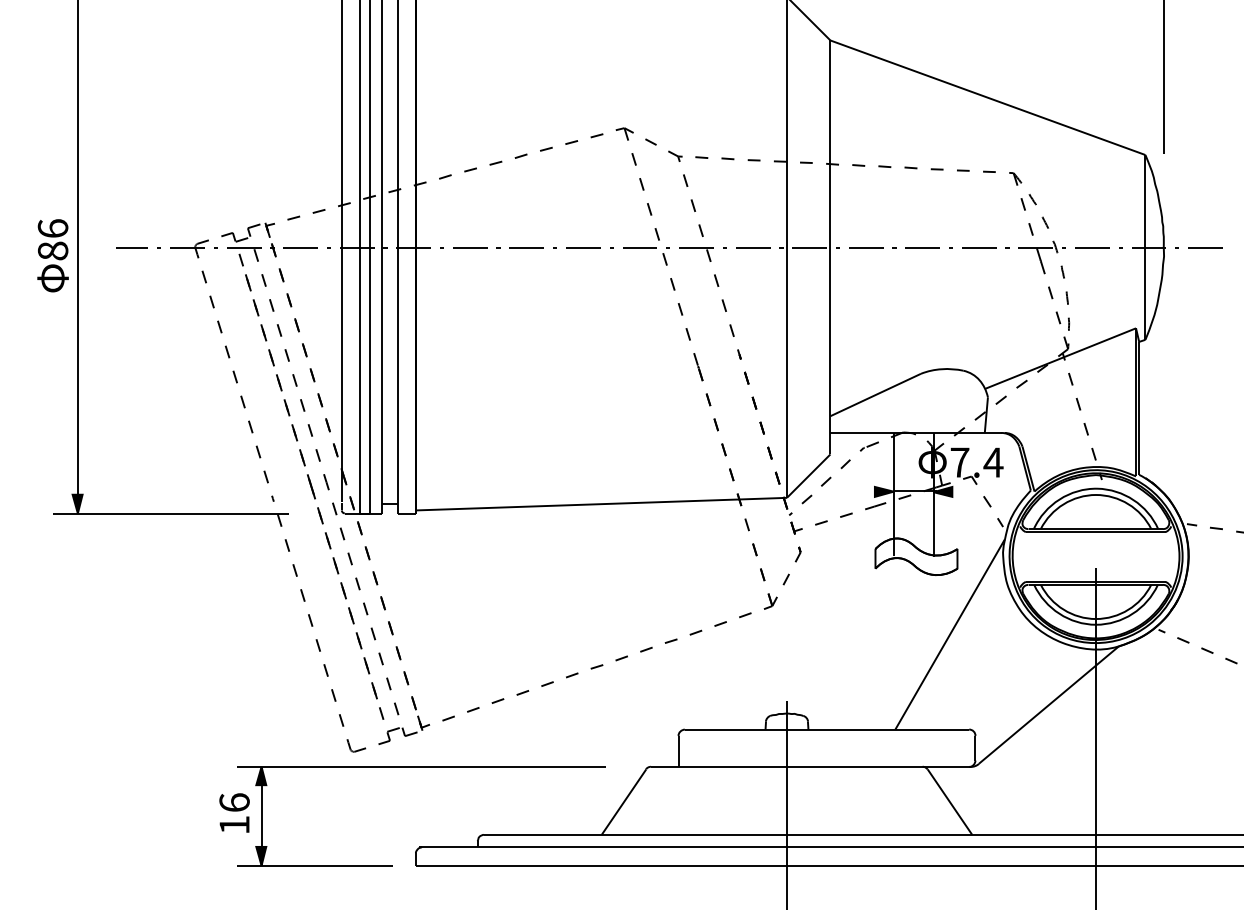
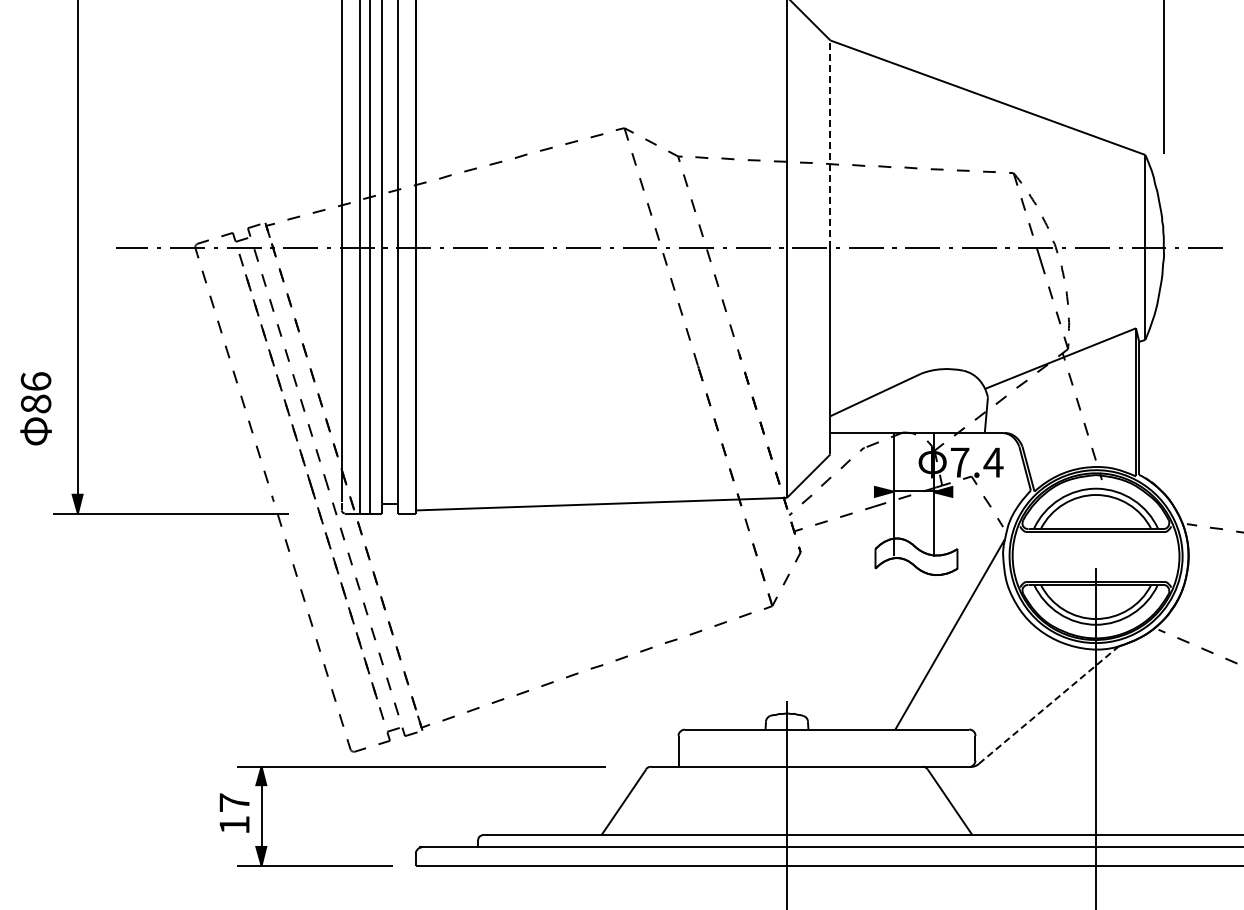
line at (830, 144): solid -> dashed
text at (52, 255) position: (52, 255) -> (35, 408)
line at (1049, 704): solid -> dashed
text at (234, 802): 16 -> 17
